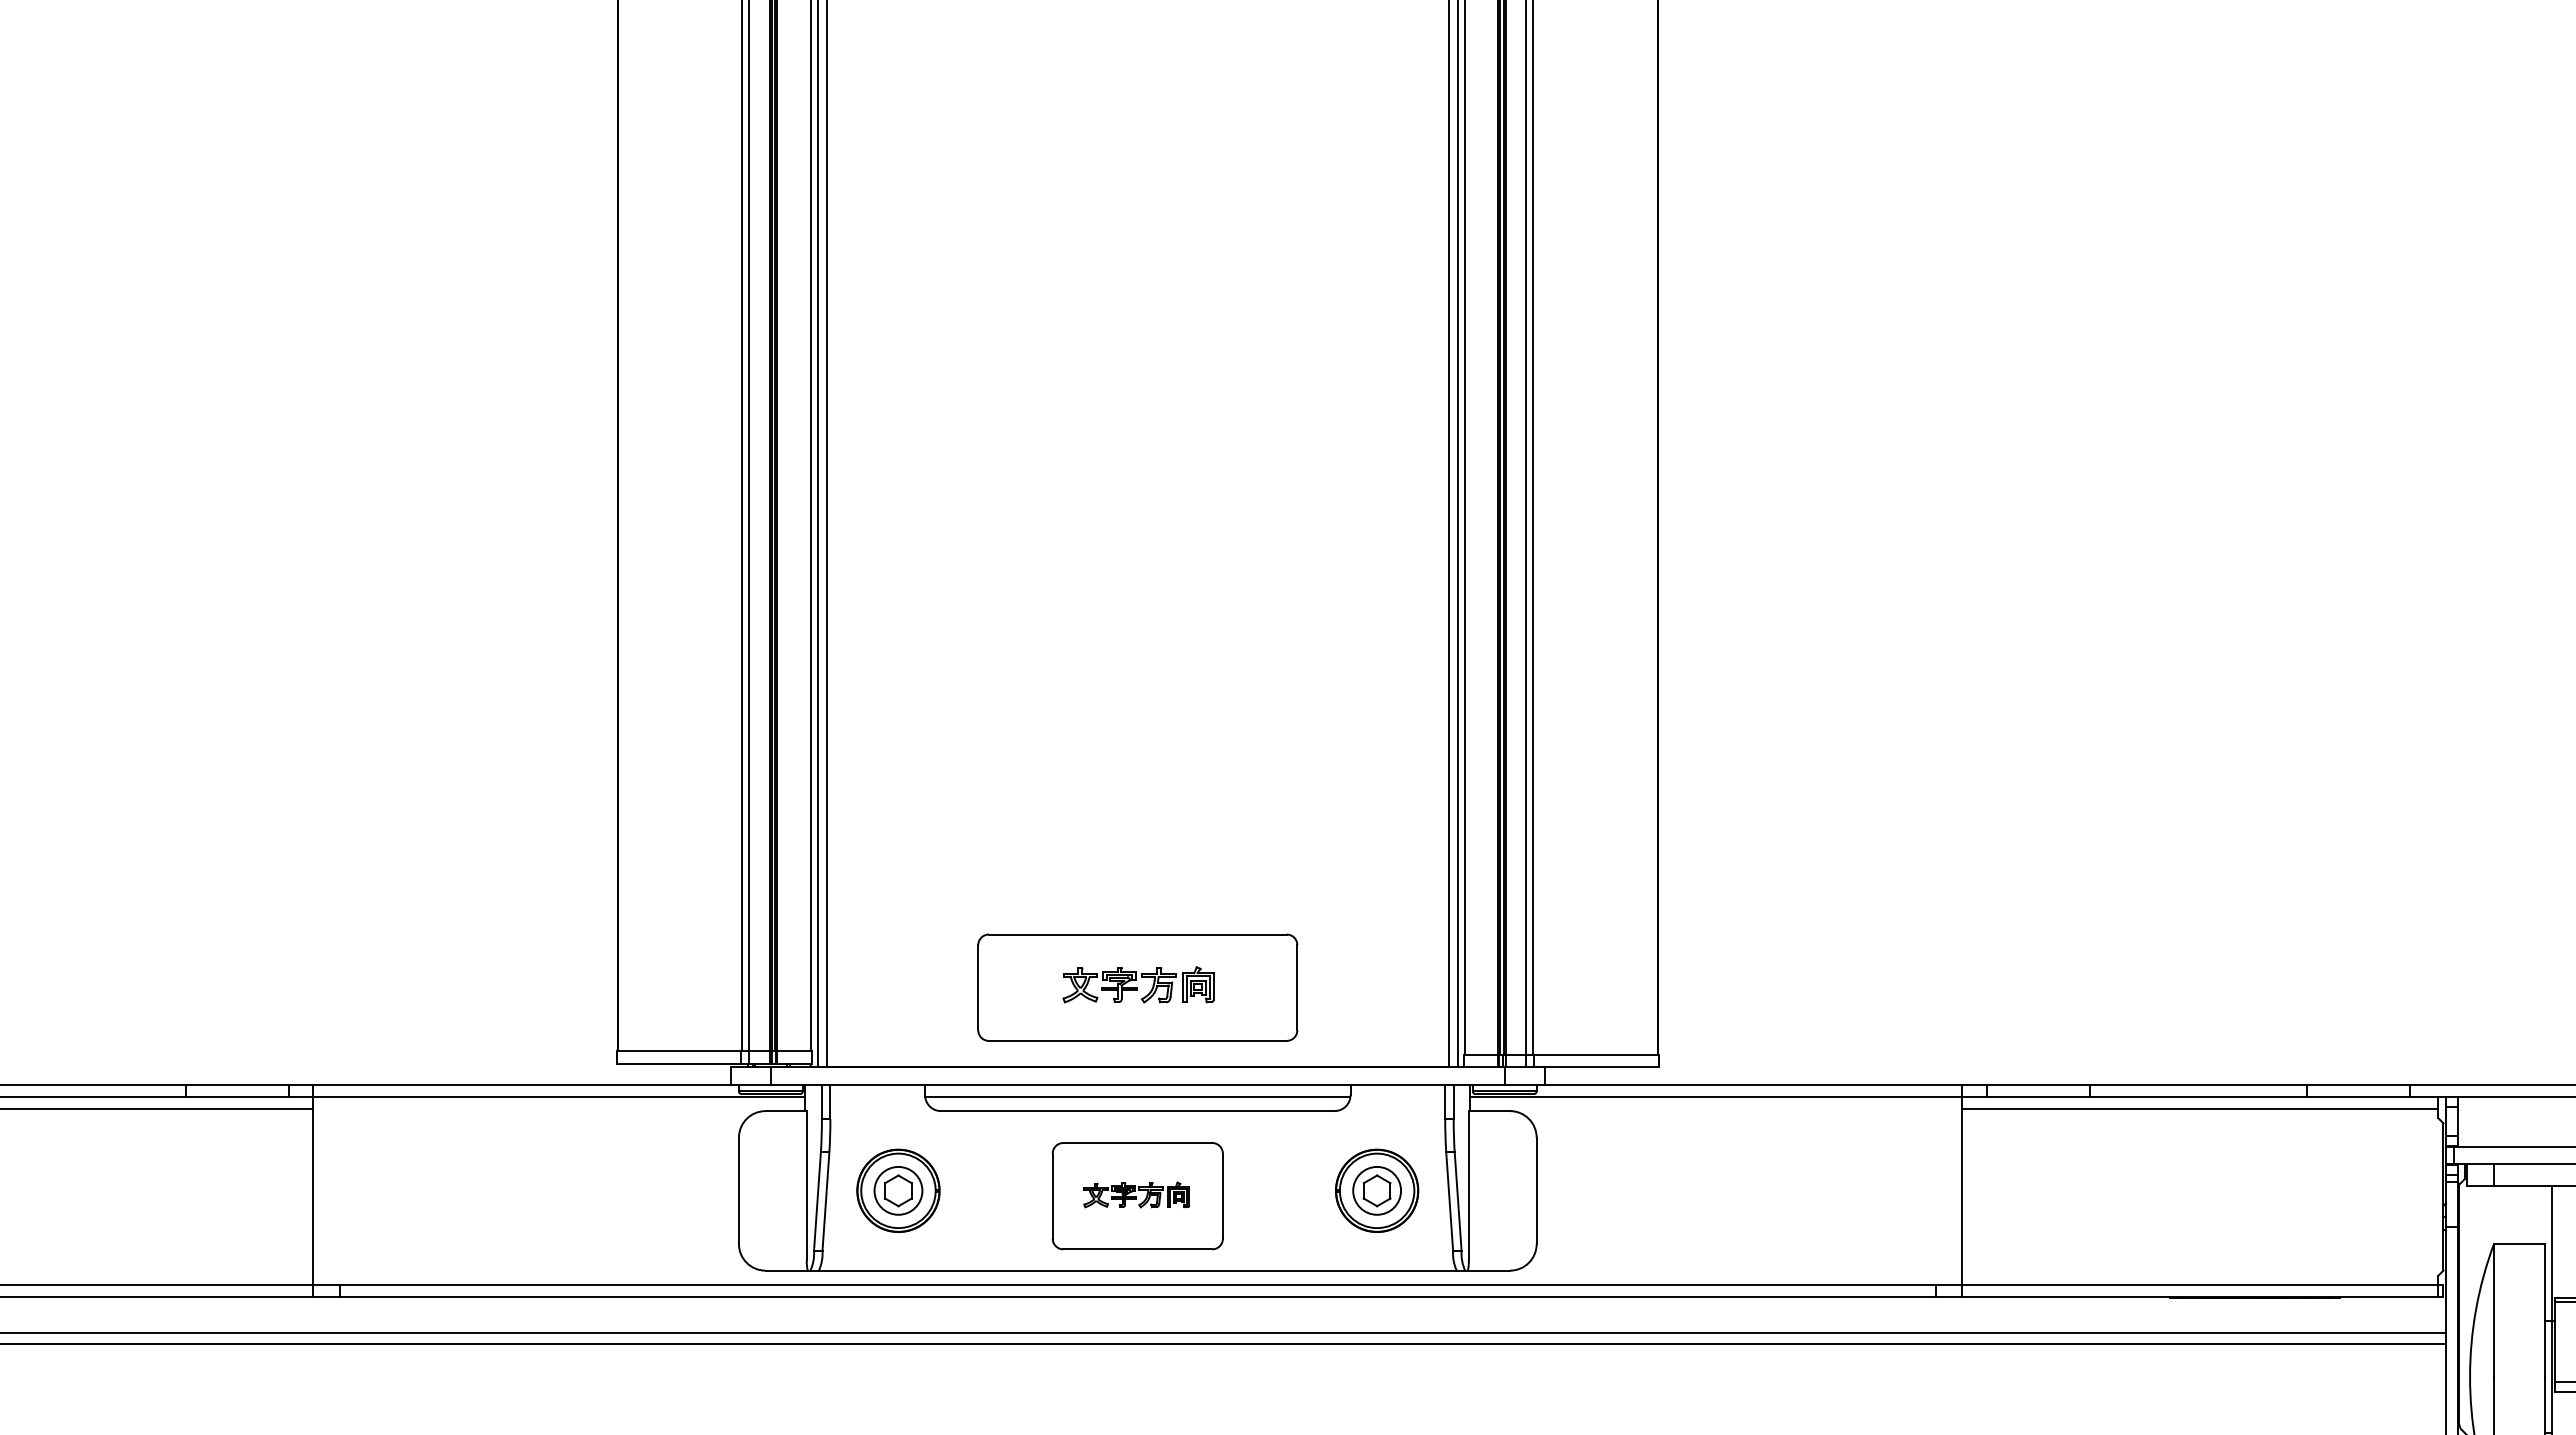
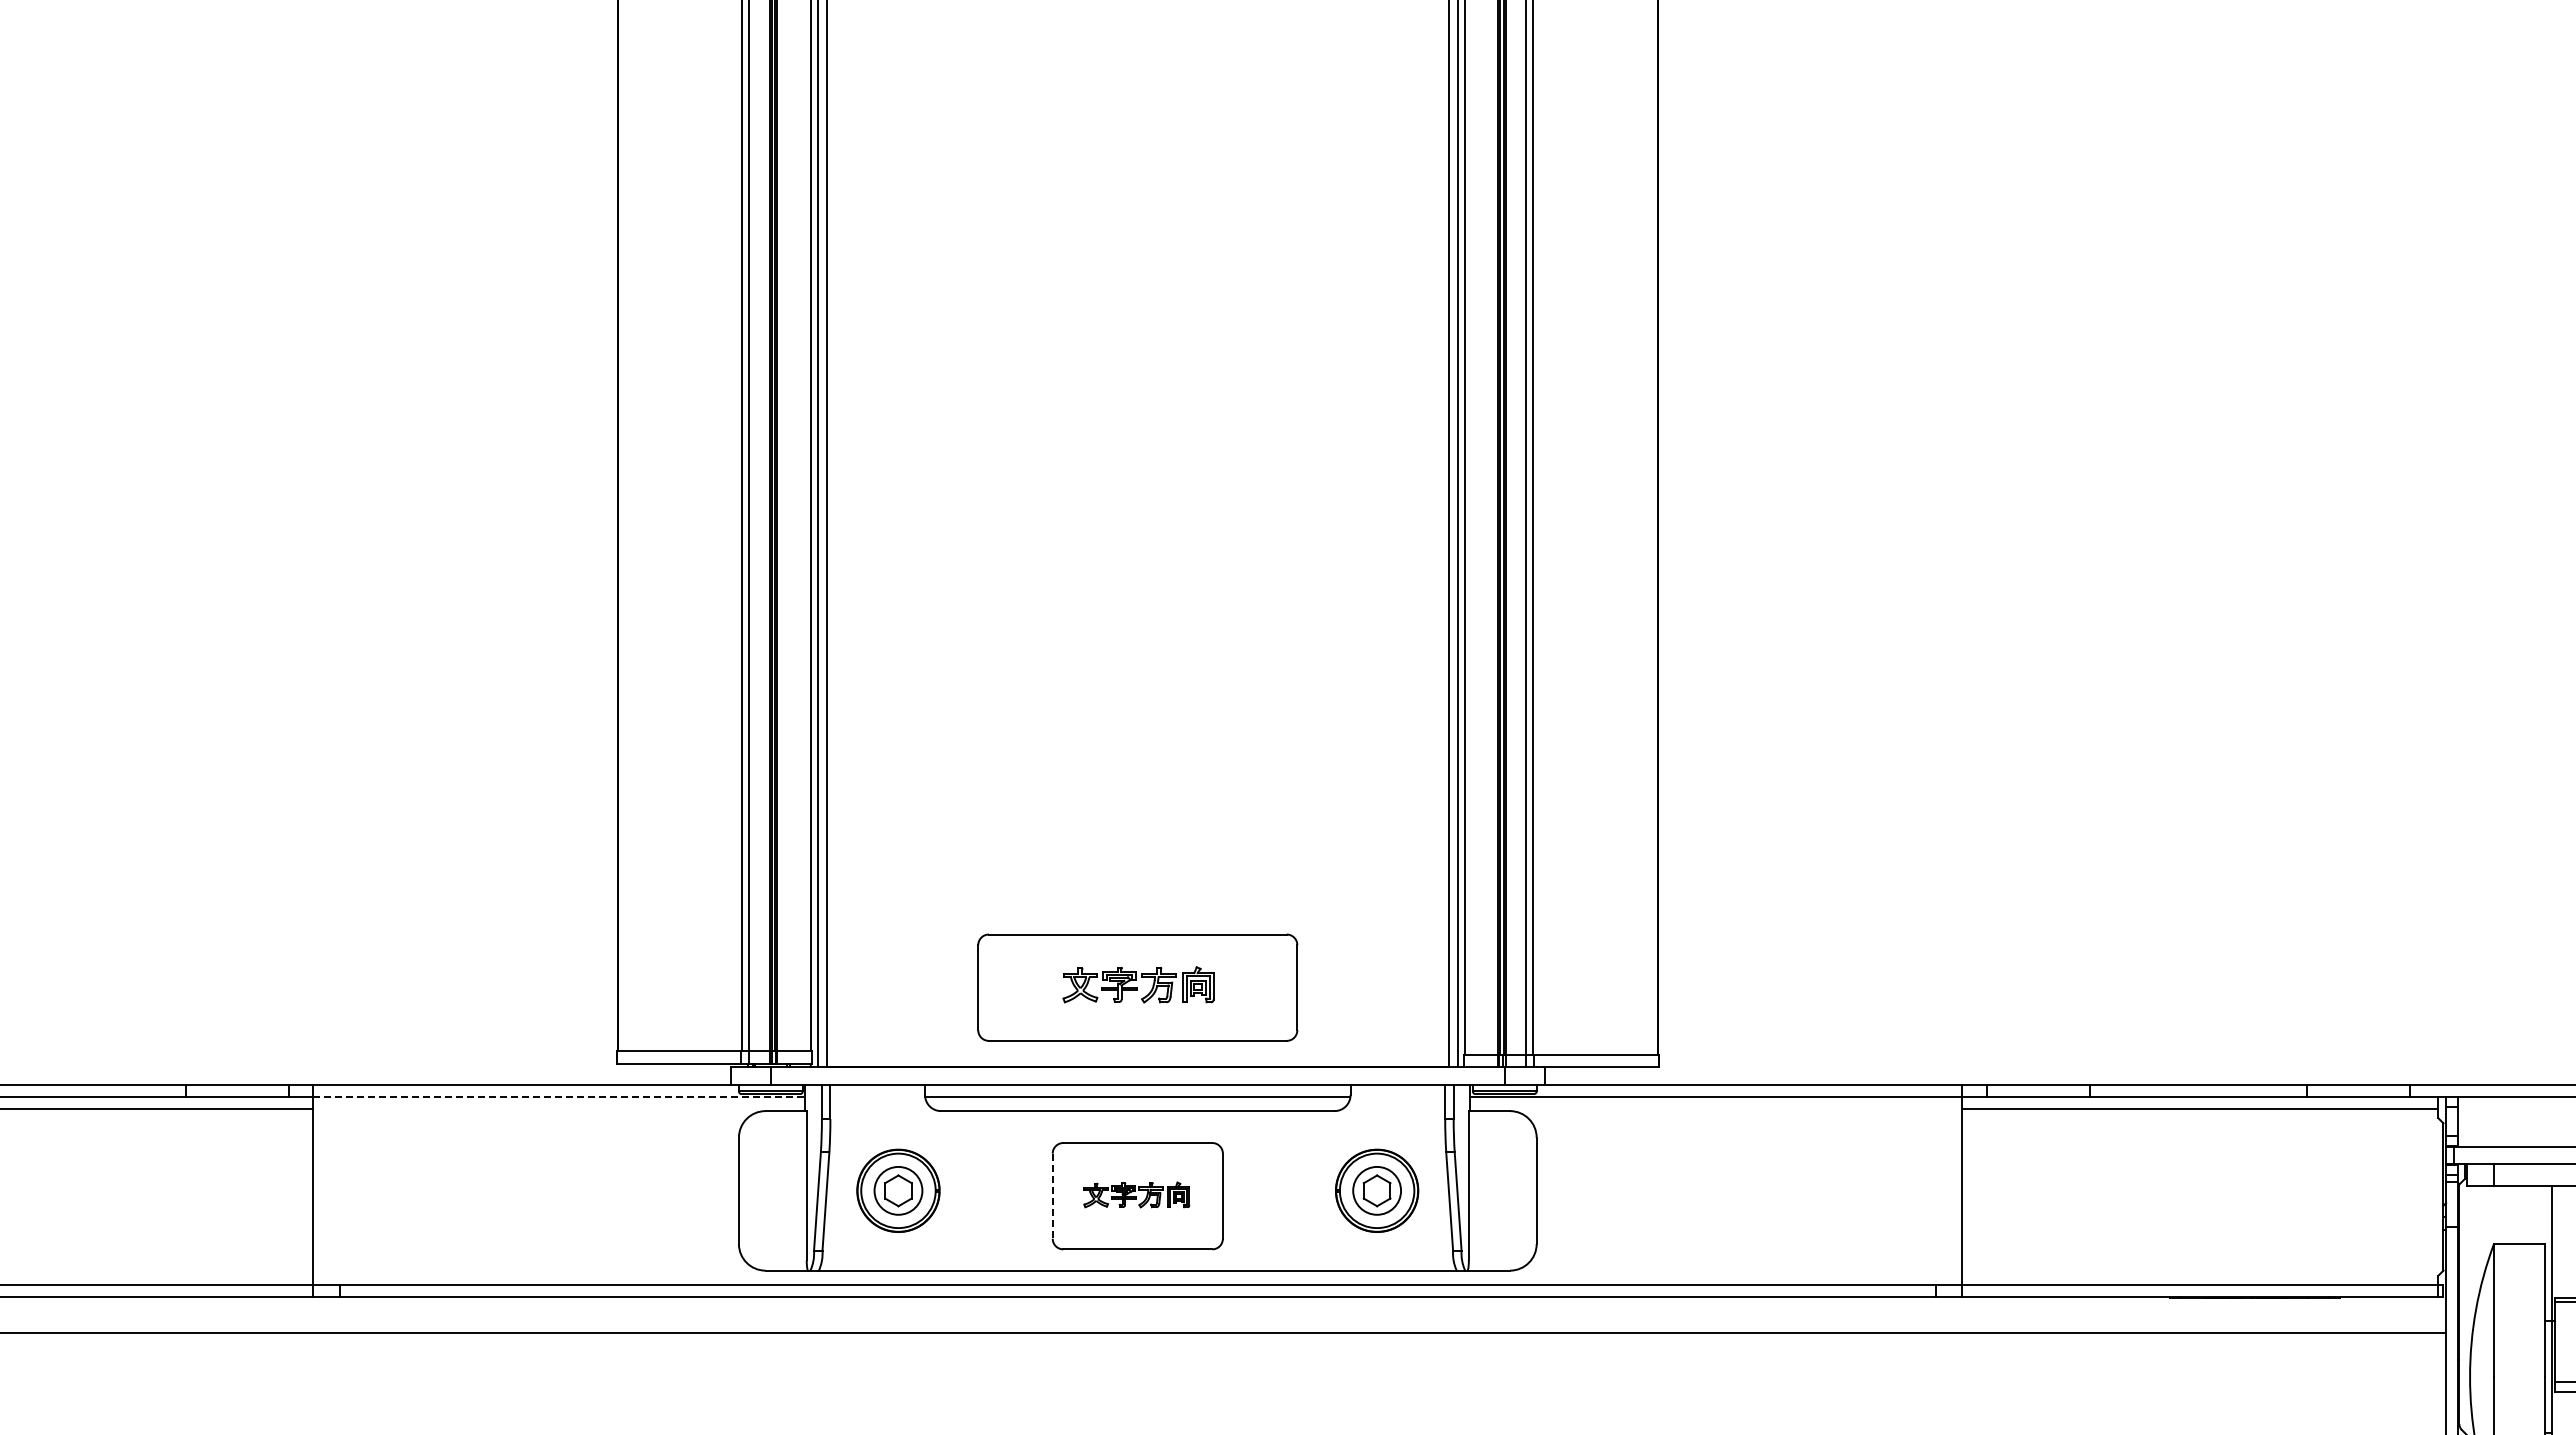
line at (559, 1096): solid -> dashed
line at (1052, 1196): solid -> dashed
line at (1224, 1344): present -> none
